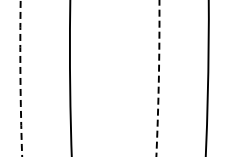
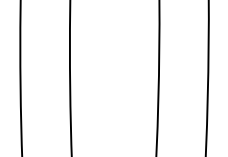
arc at (20, 78): dashed -> solid
arc at (158, 78): dashed -> solid
